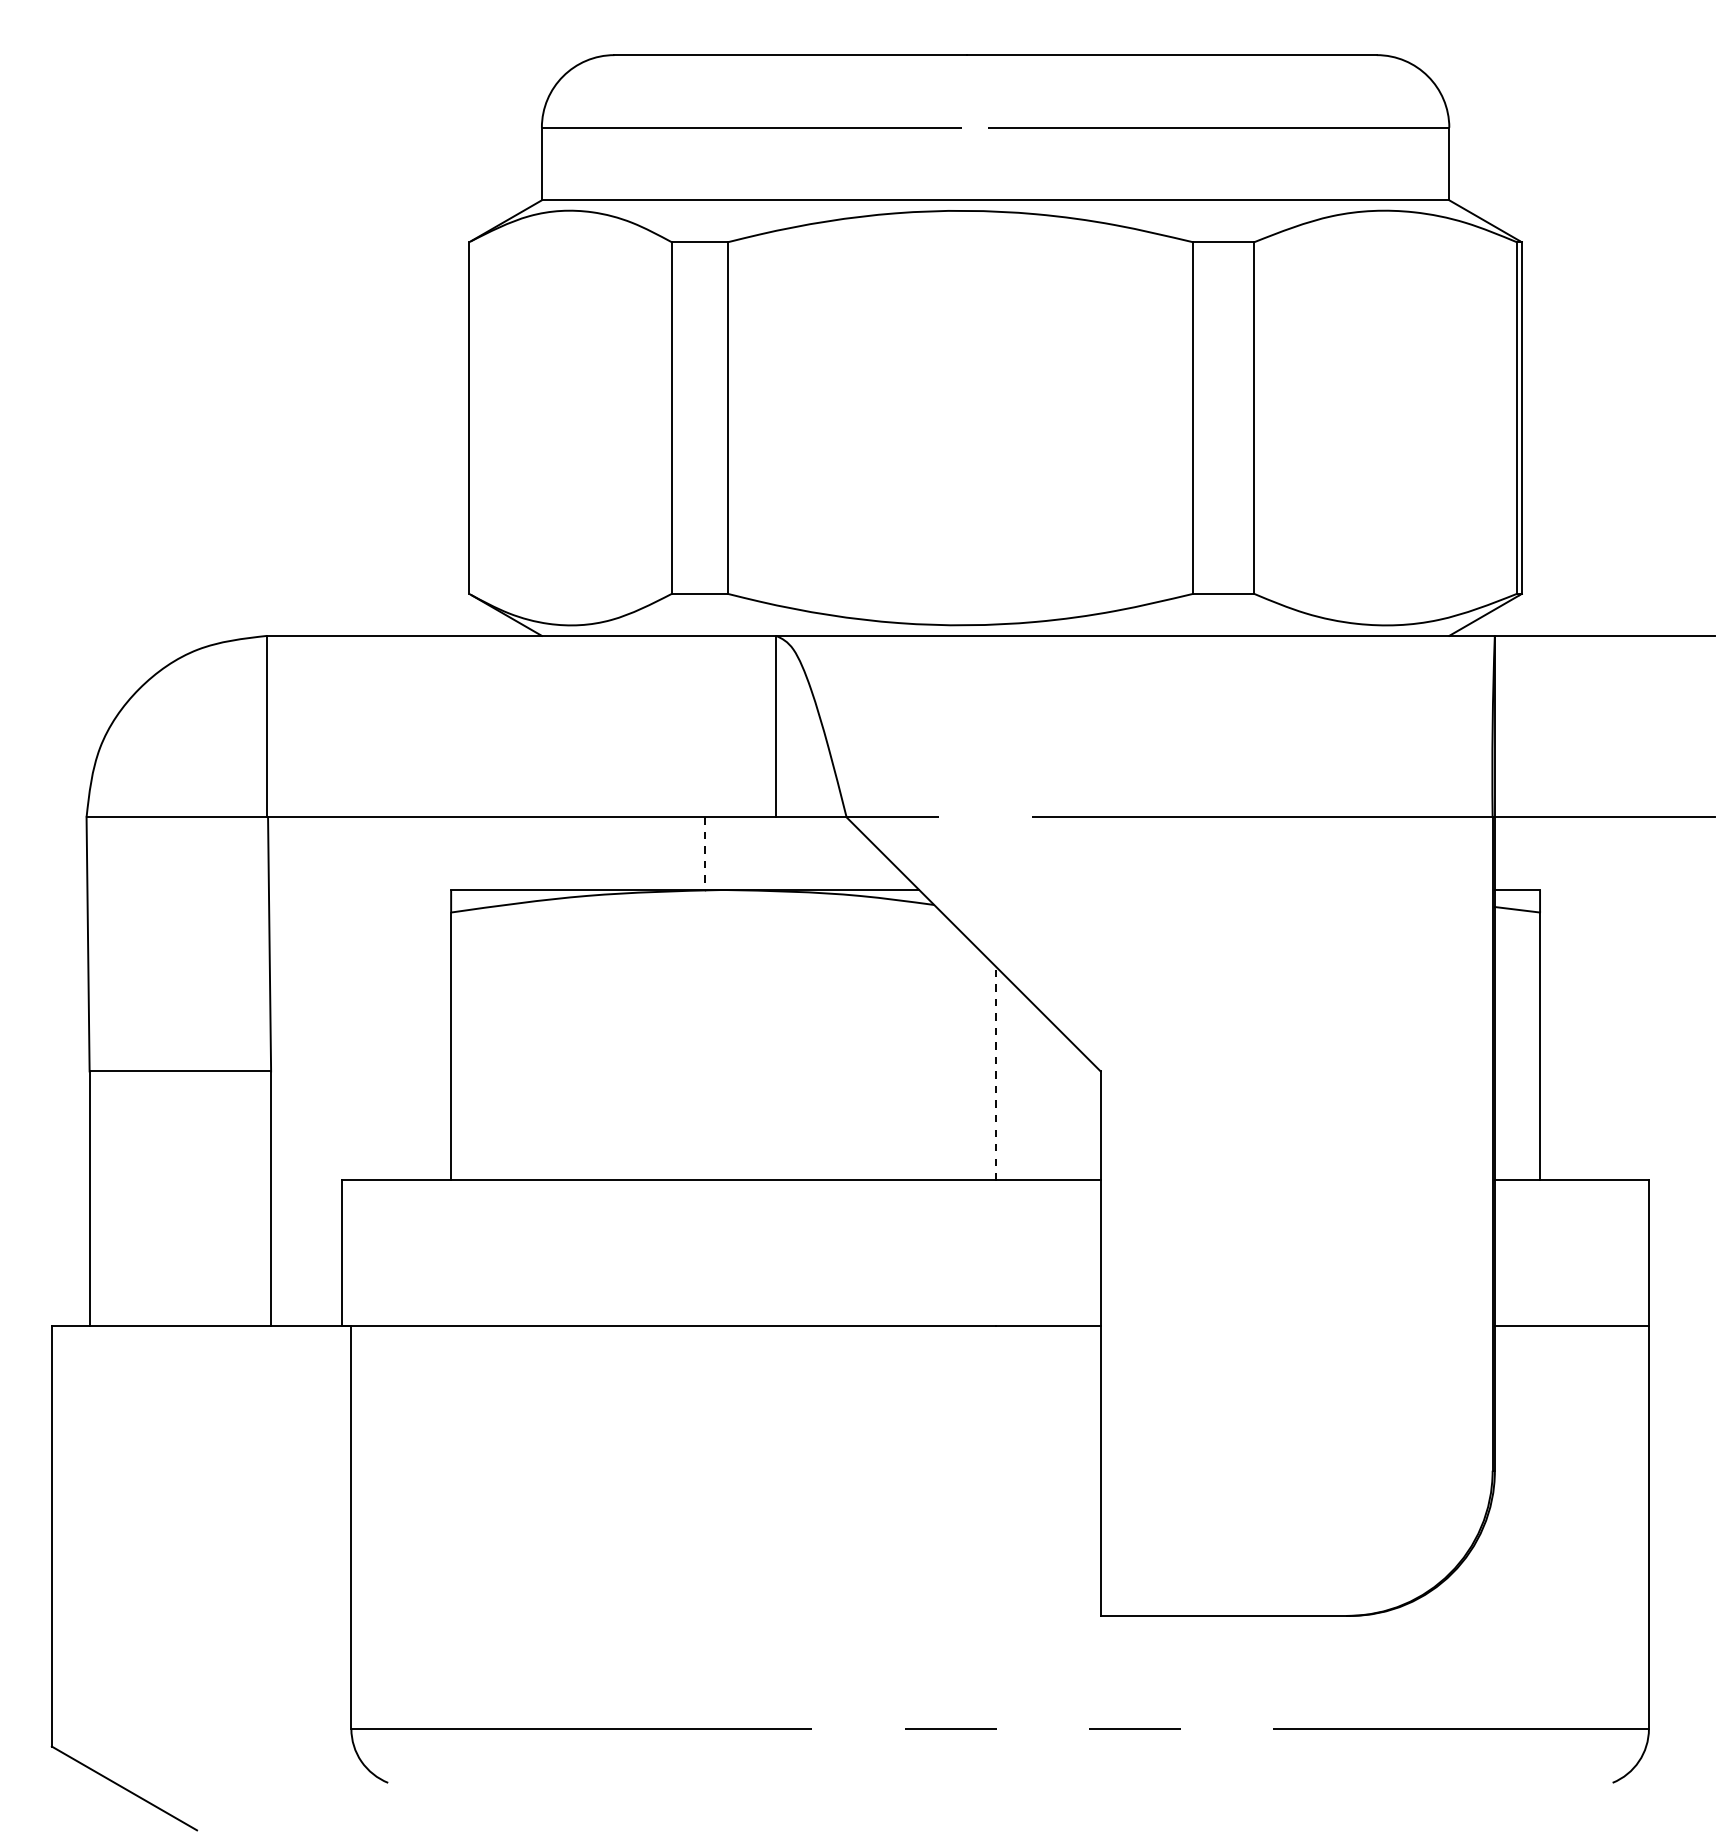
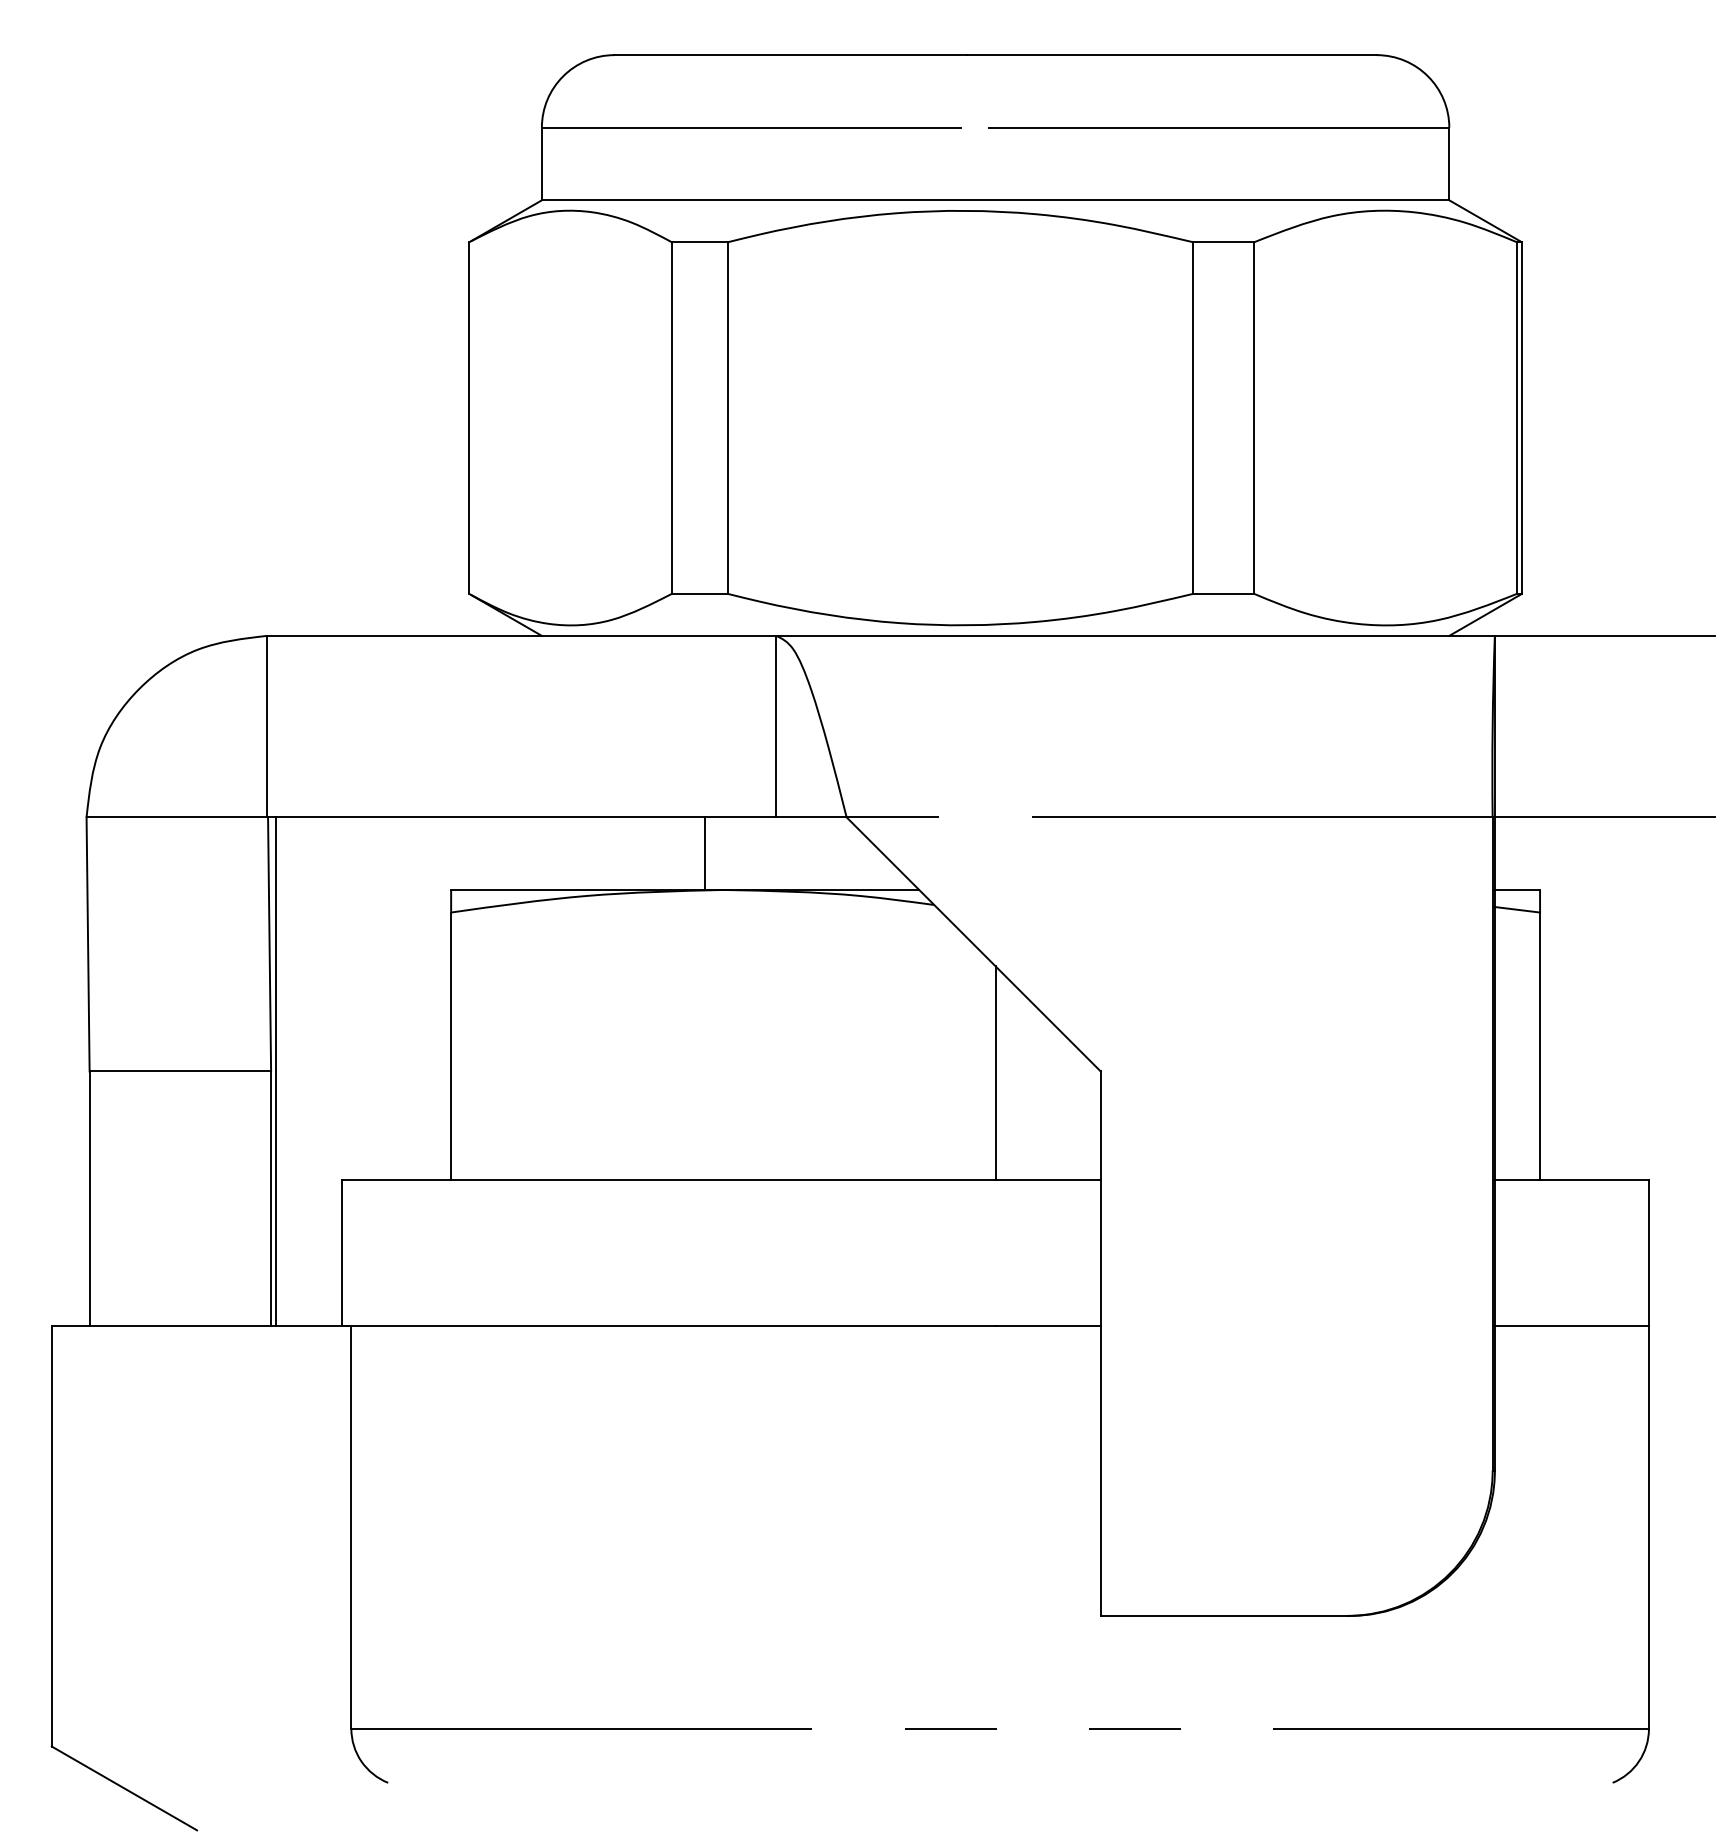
line at (705, 854): dashed -> solid
line at (275, 1071): none -> present
line at (995, 1072): dashed -> solid
